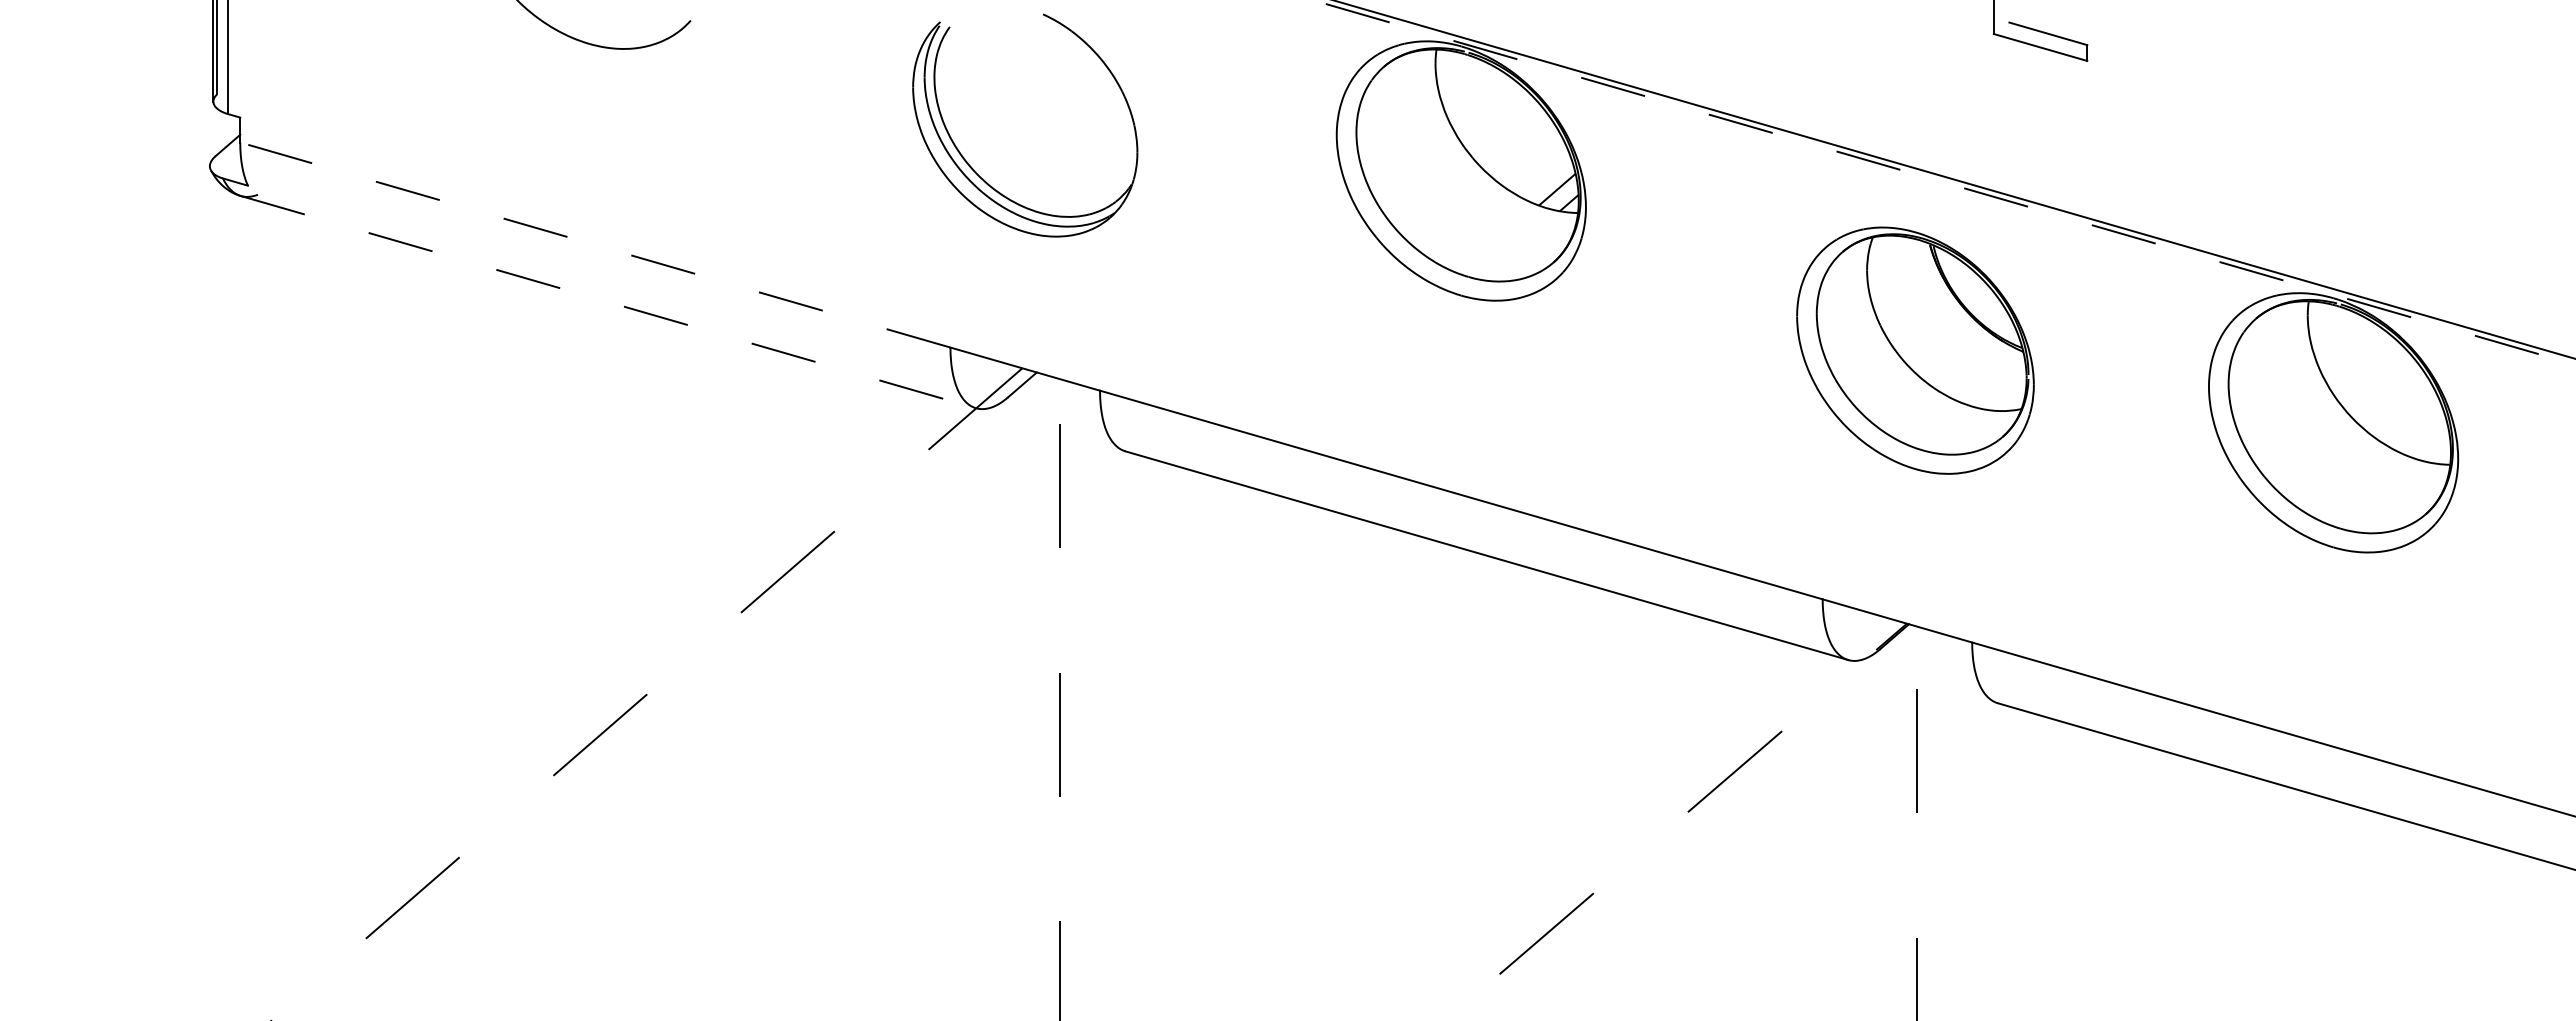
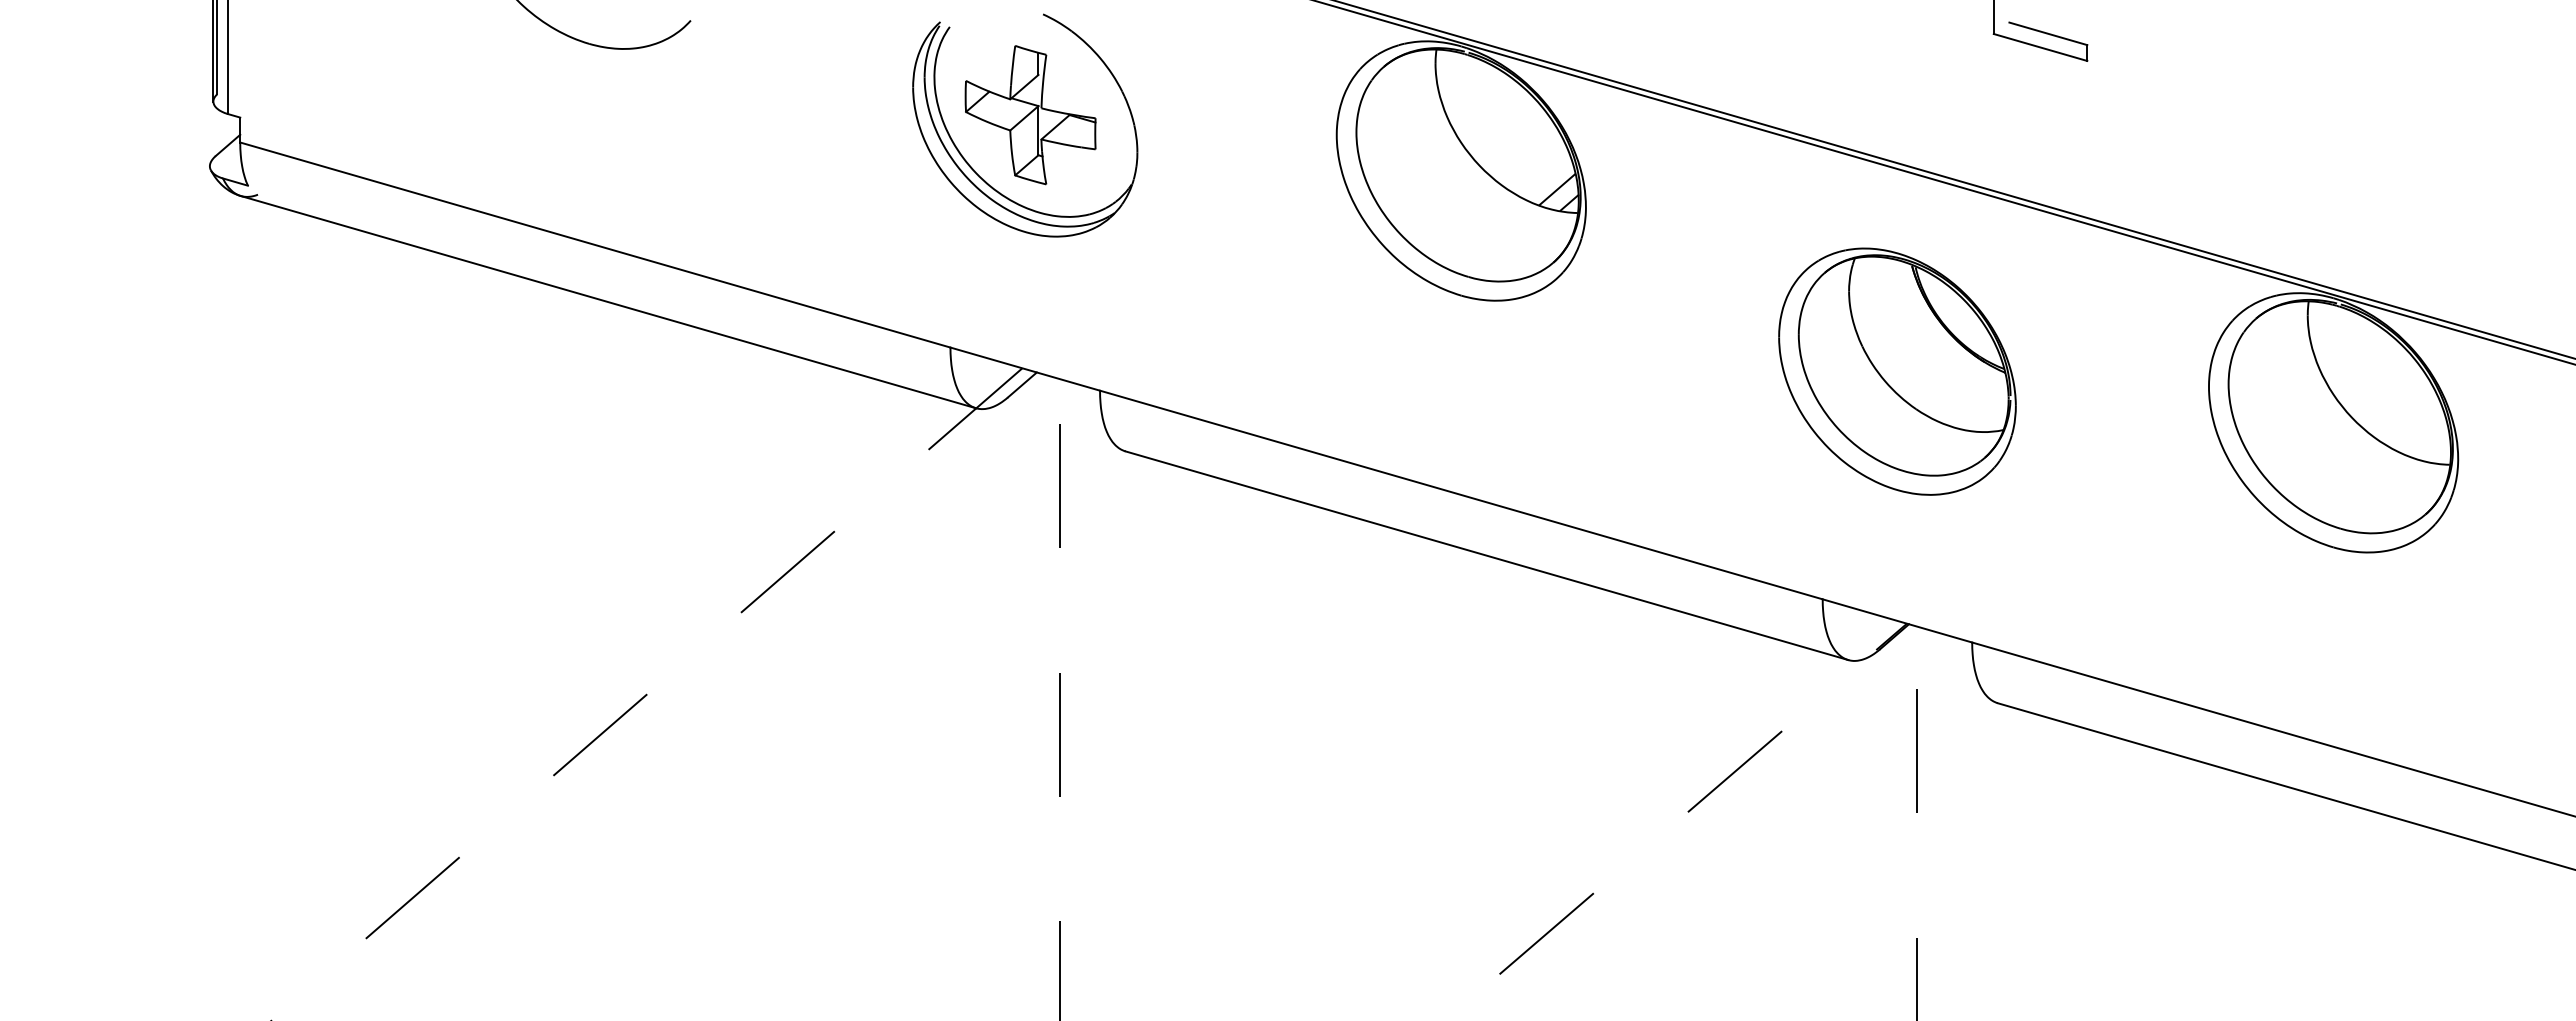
part at (1030, 115): none -> present
line at (1944, 182): dashed -> solid
line at (595, 245): dashed -> solid
line at (608, 302): dashed -> solid
part at (1915, 350) position: (1915, 350) -> (1897, 371)
